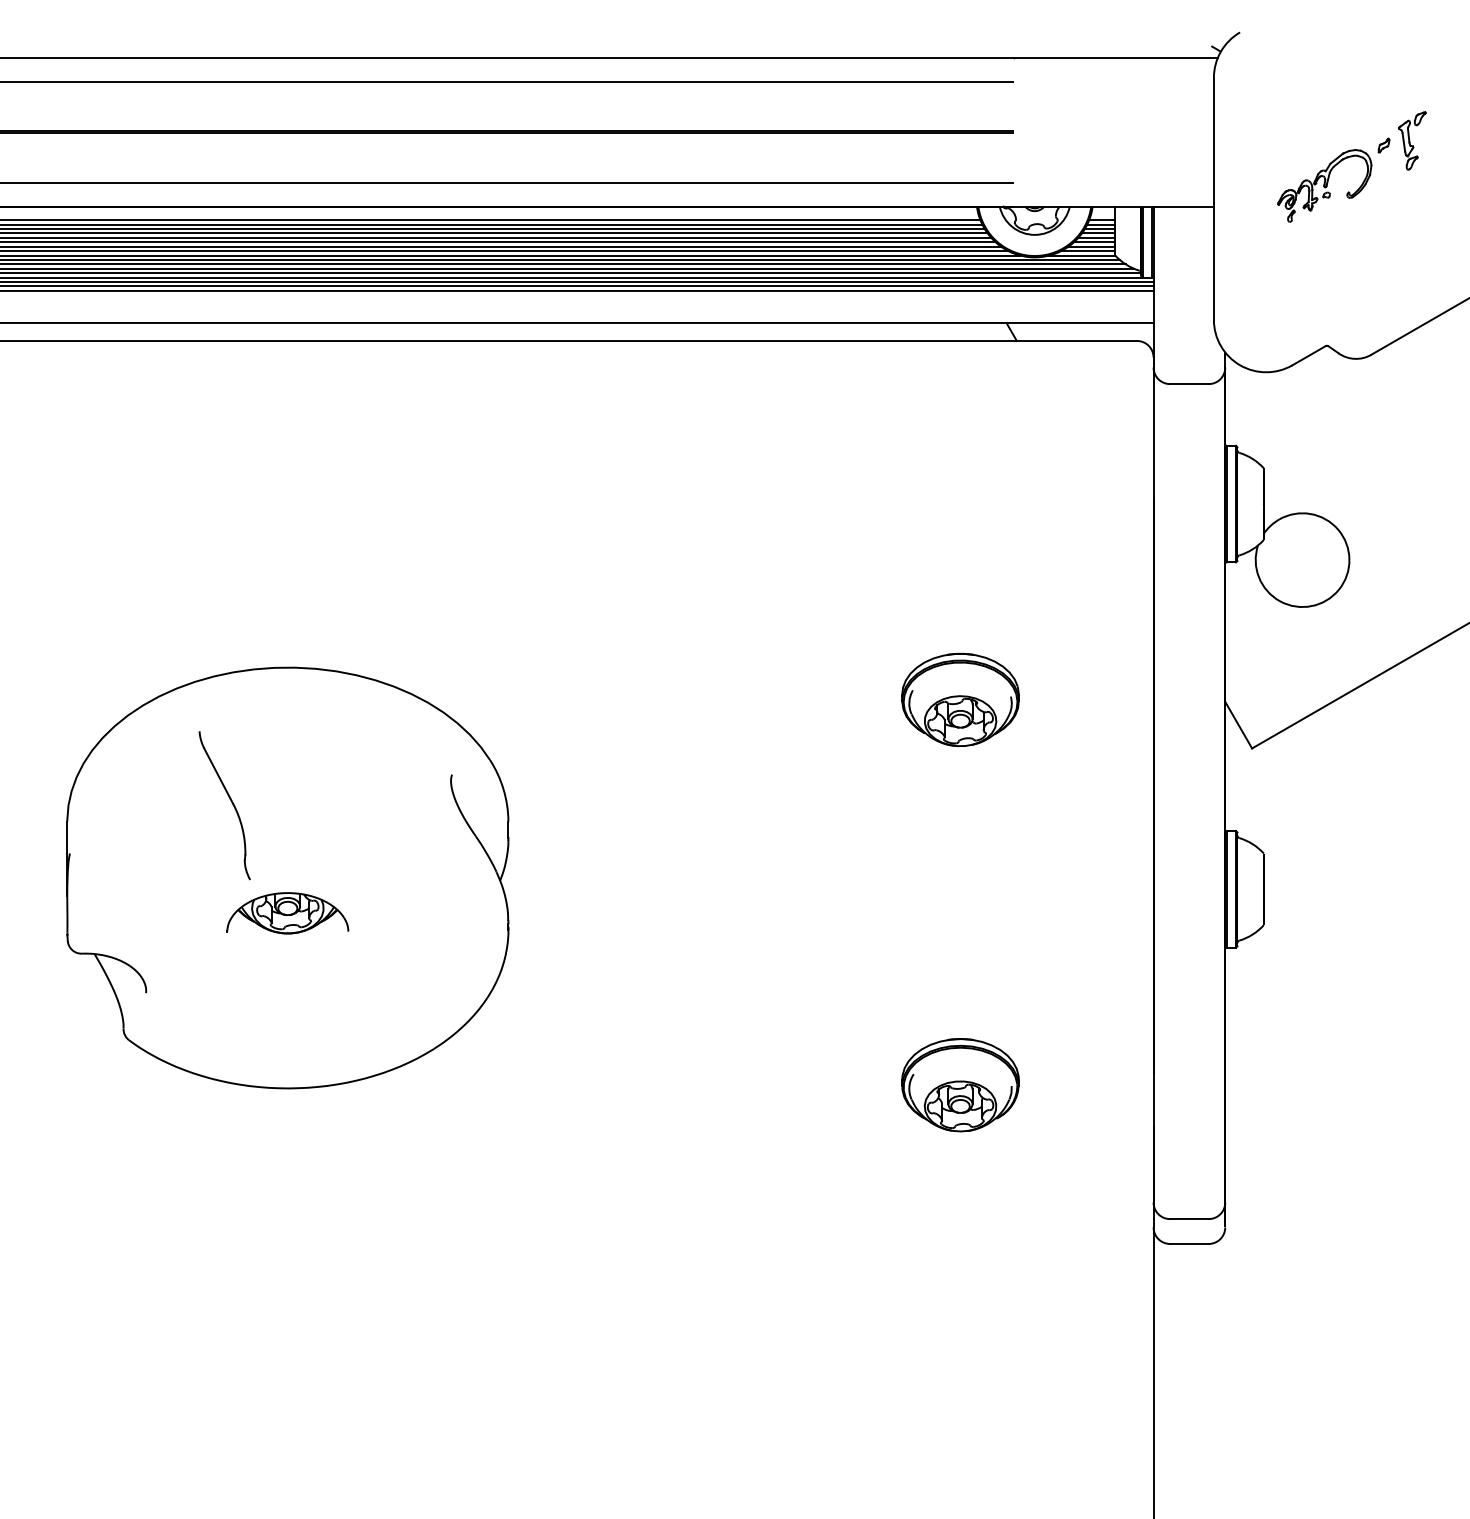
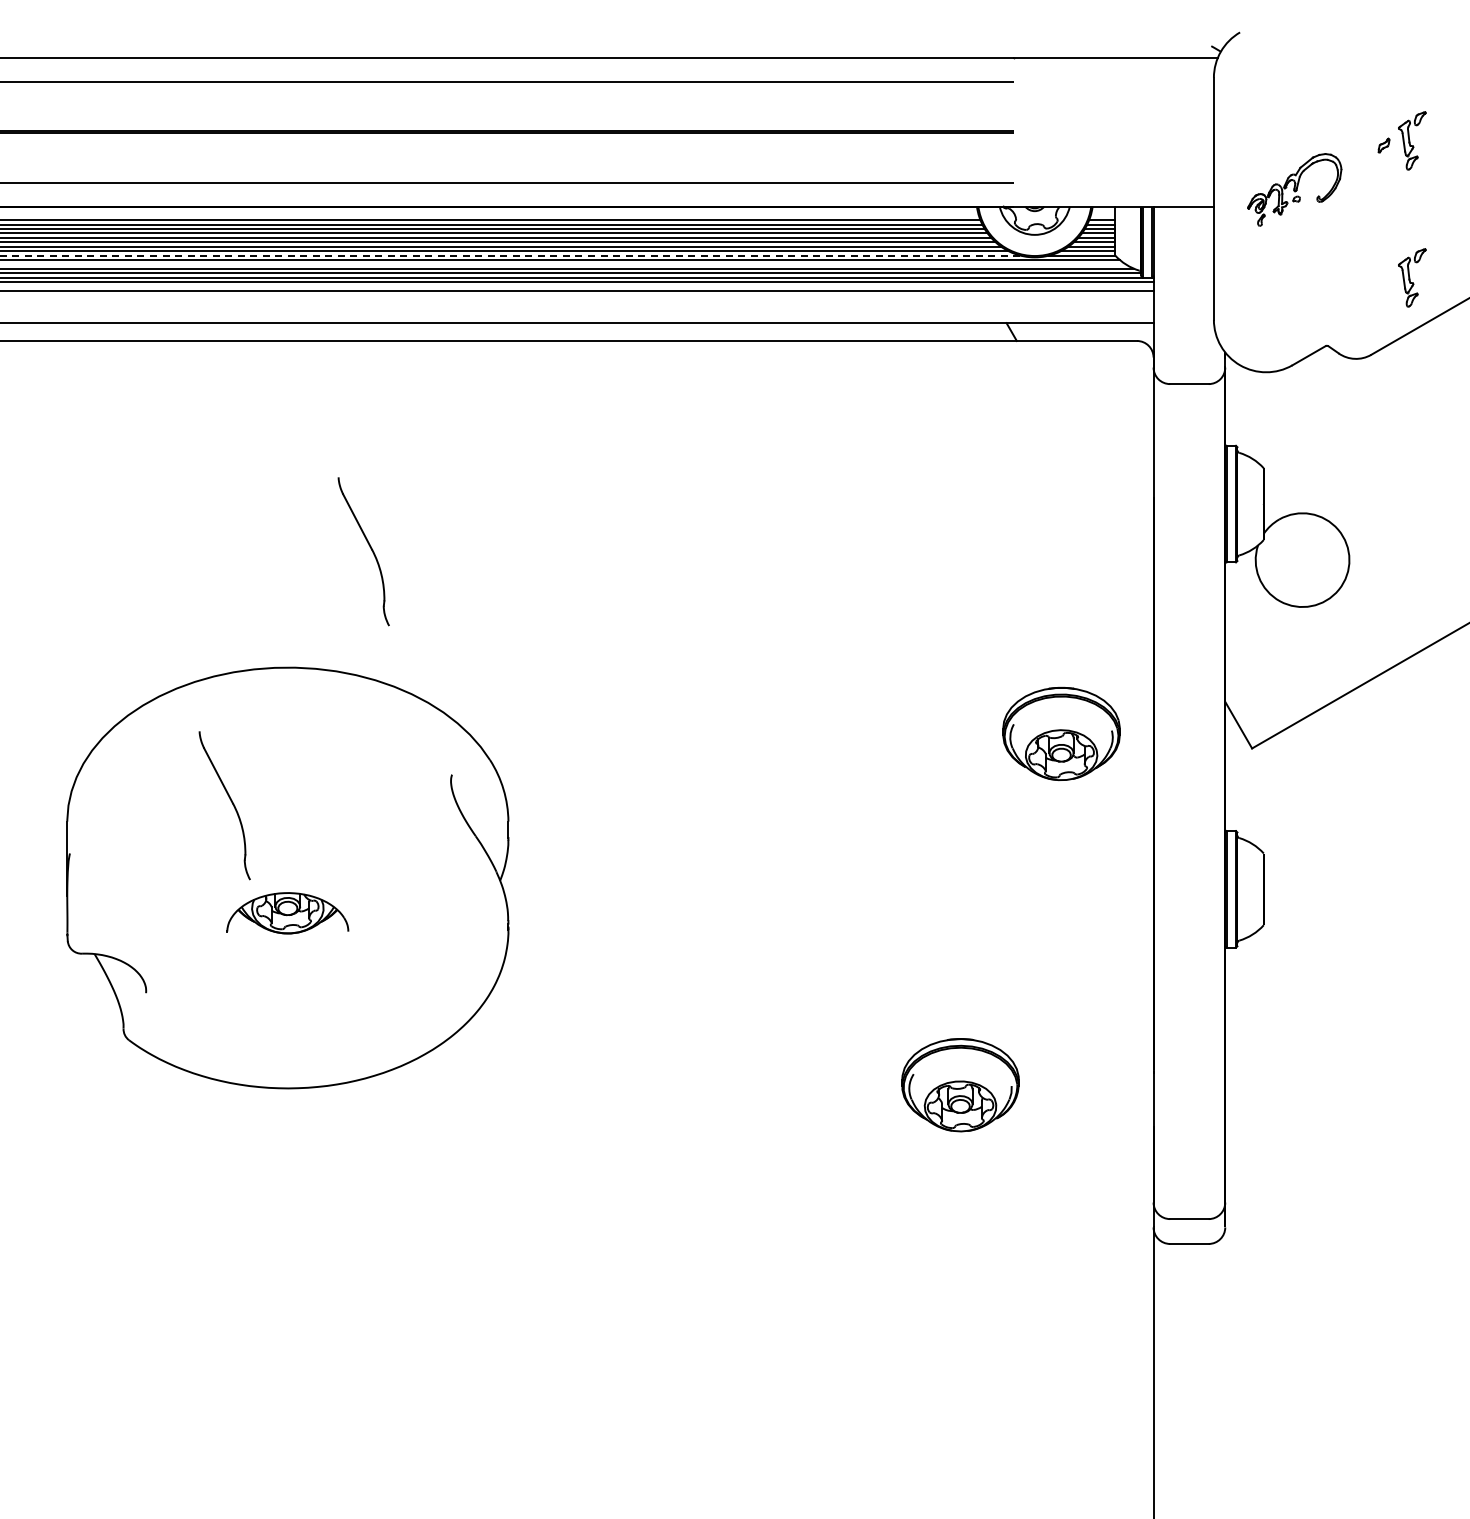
part at (1324, 185) position: (1324, 185) -> (1294, 189)
line at (510, 255): solid -> dashed
line at (563, 264): present -> none
part at (1412, 277): none -> present
line at (577, 286): present -> none
part at (369, 547): none -> present
part at (960, 699) position: (960, 699) -> (1061, 733)
